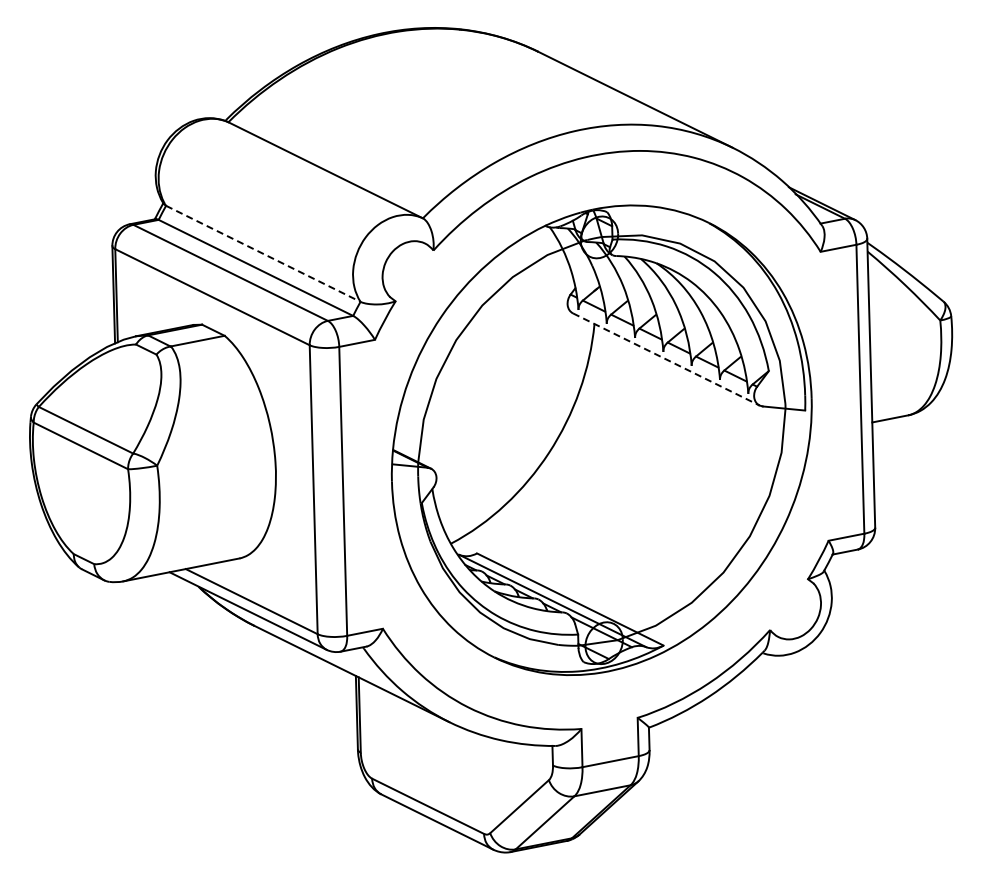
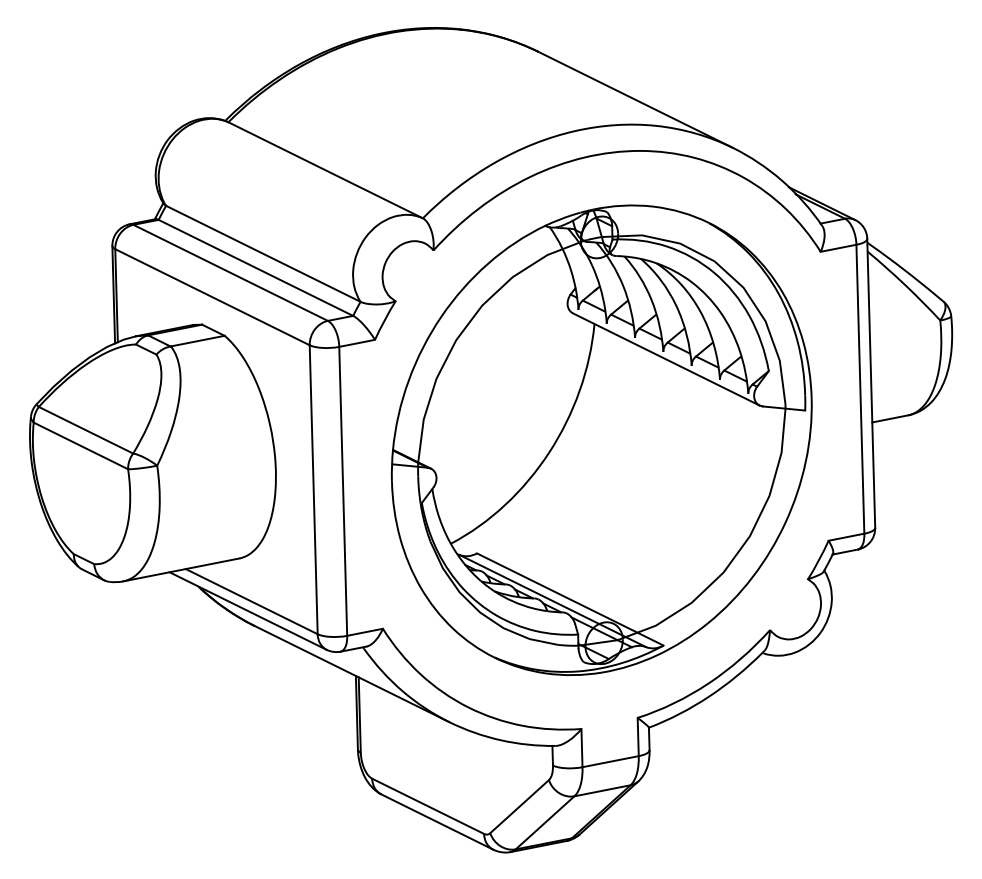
line at (263, 254): dashed -> solid
line at (666, 359): dashed -> solid
